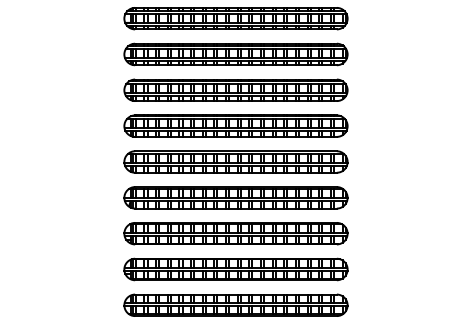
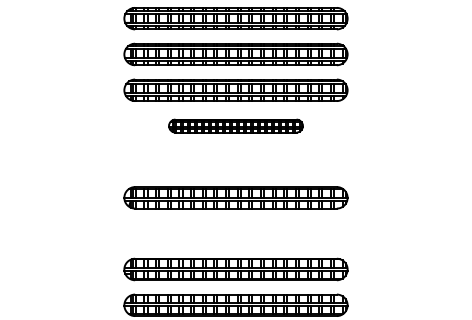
part at (235, 125) size: 226x24 px -> 136x16 px
part at (235, 161): present -> none
part at (235, 233): present -> none
